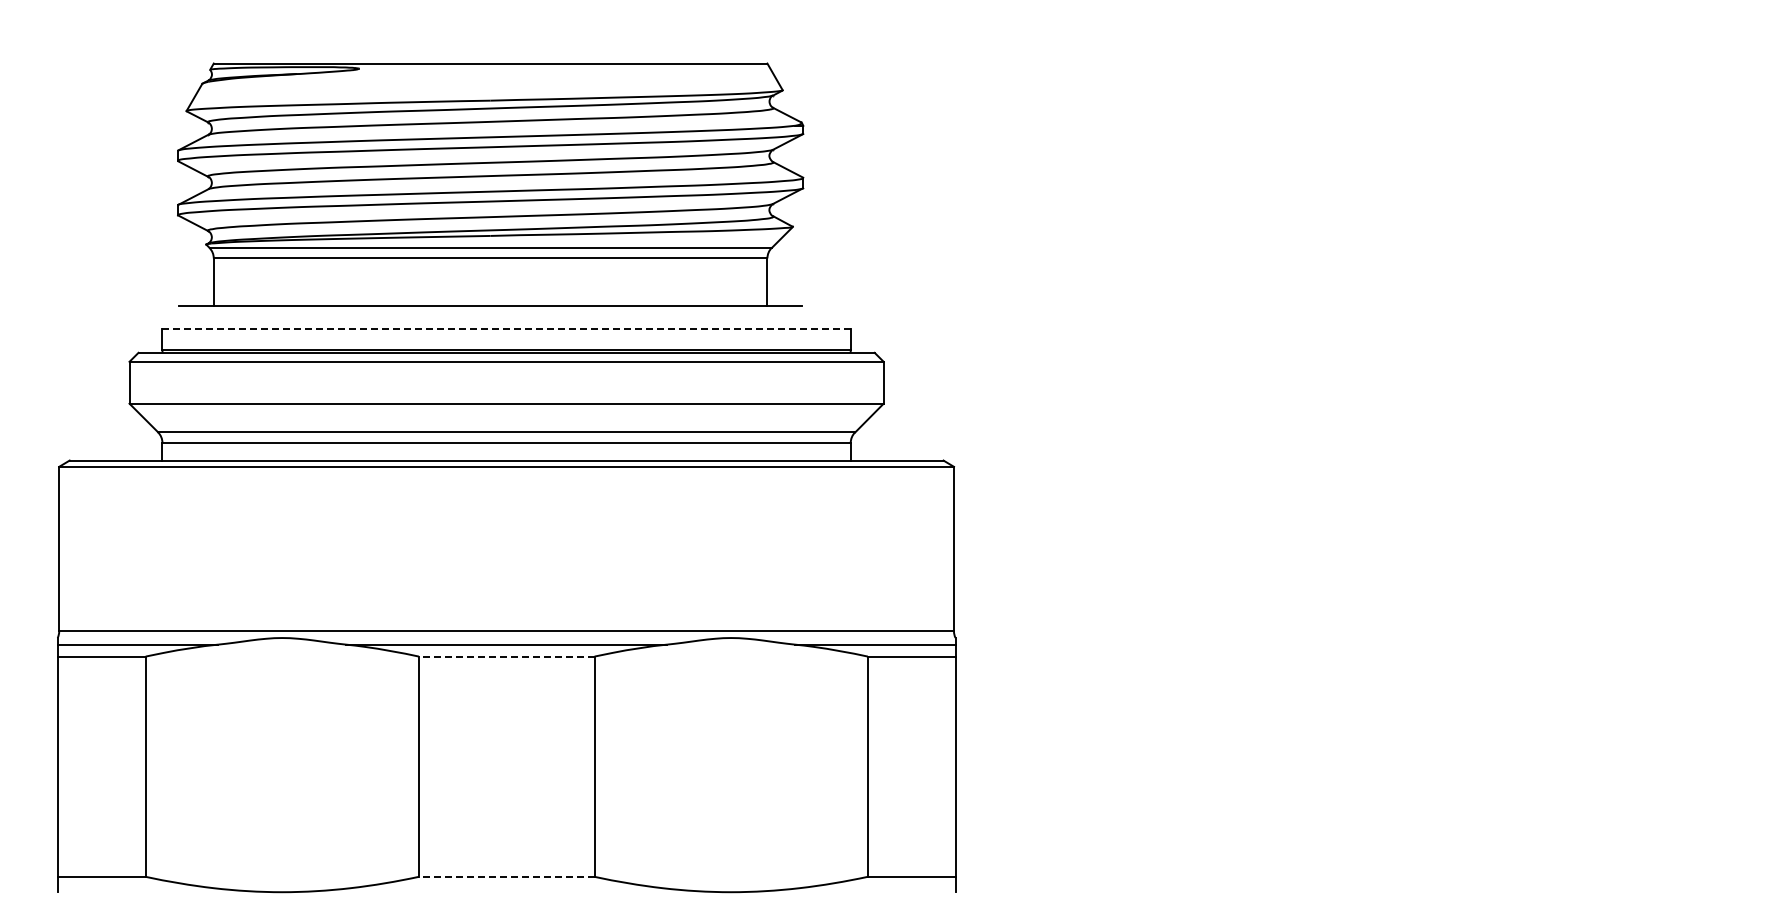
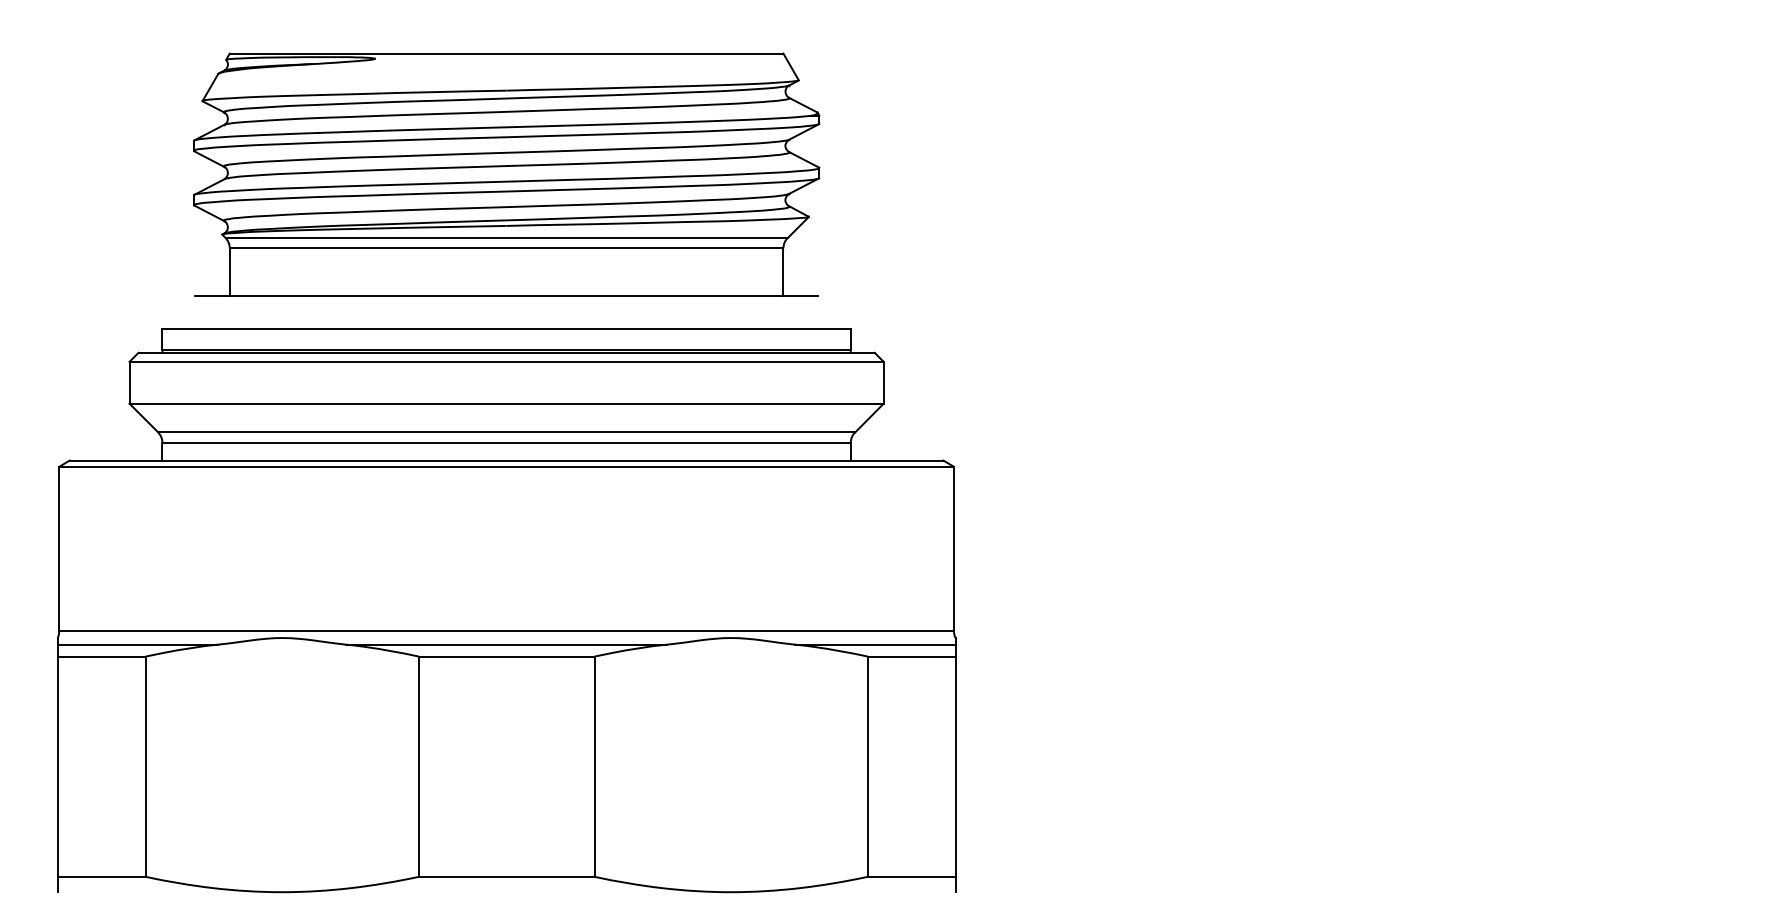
part at (490, 184) position: (490, 184) -> (506, 174)
line at (507, 328): dashed -> solid
line at (506, 656): dashed -> solid
line at (506, 876): dashed -> solid
